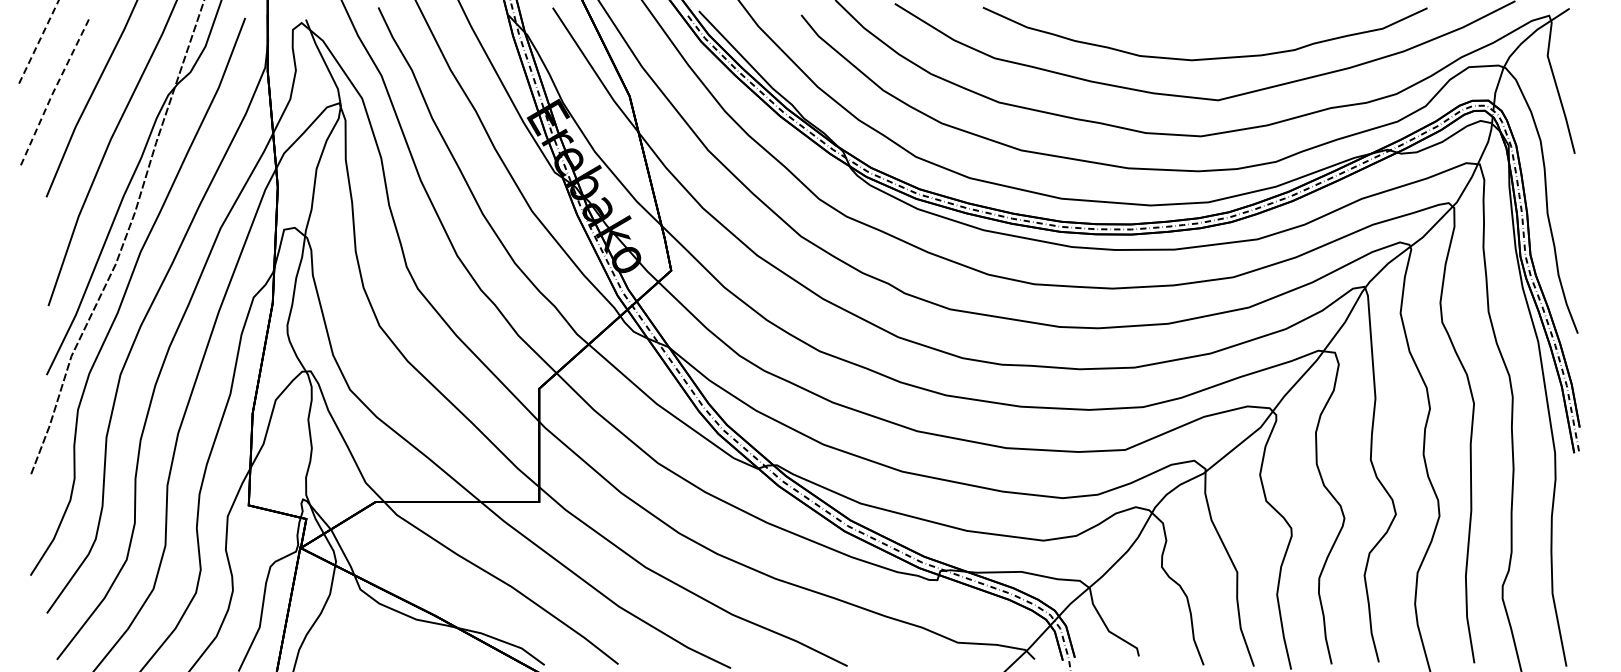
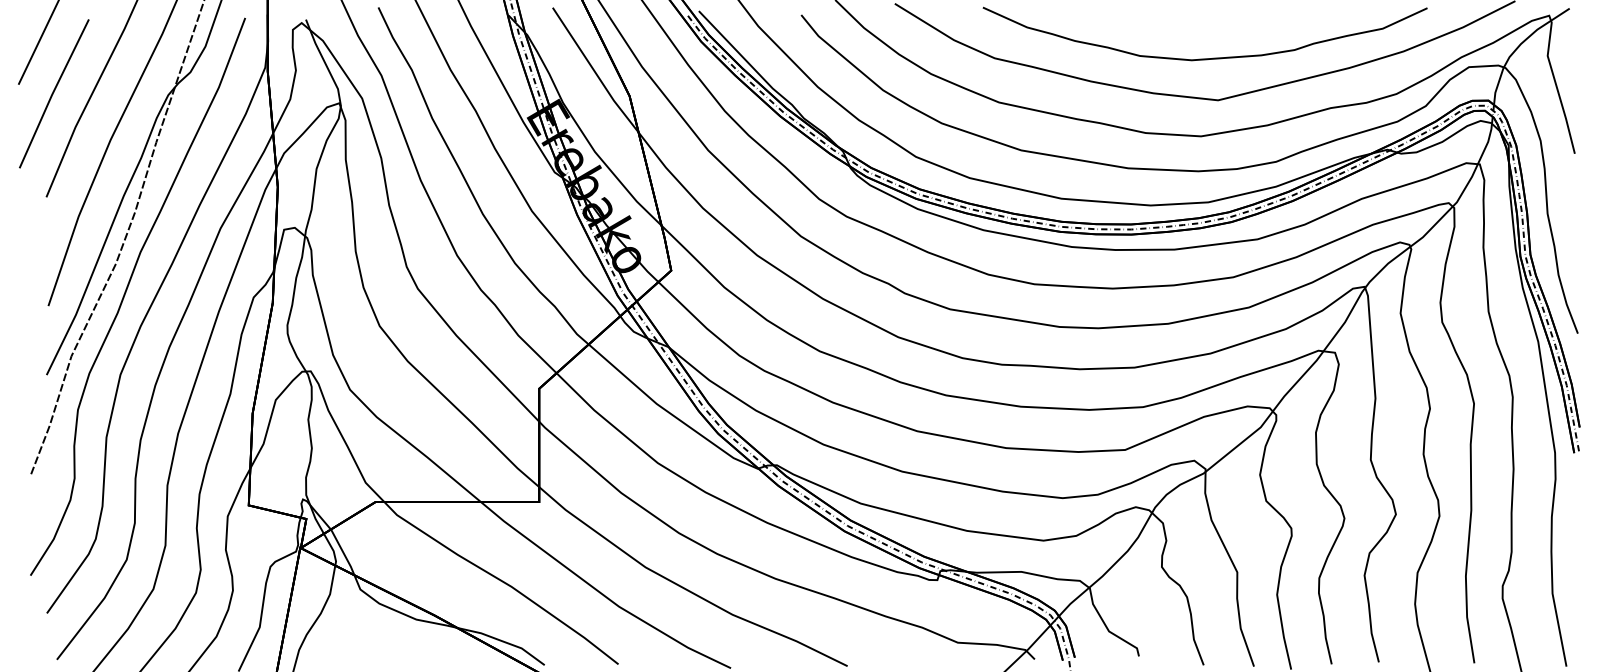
line at (38, 42): dashed -> solid
line at (52, 94): dashed -> solid
